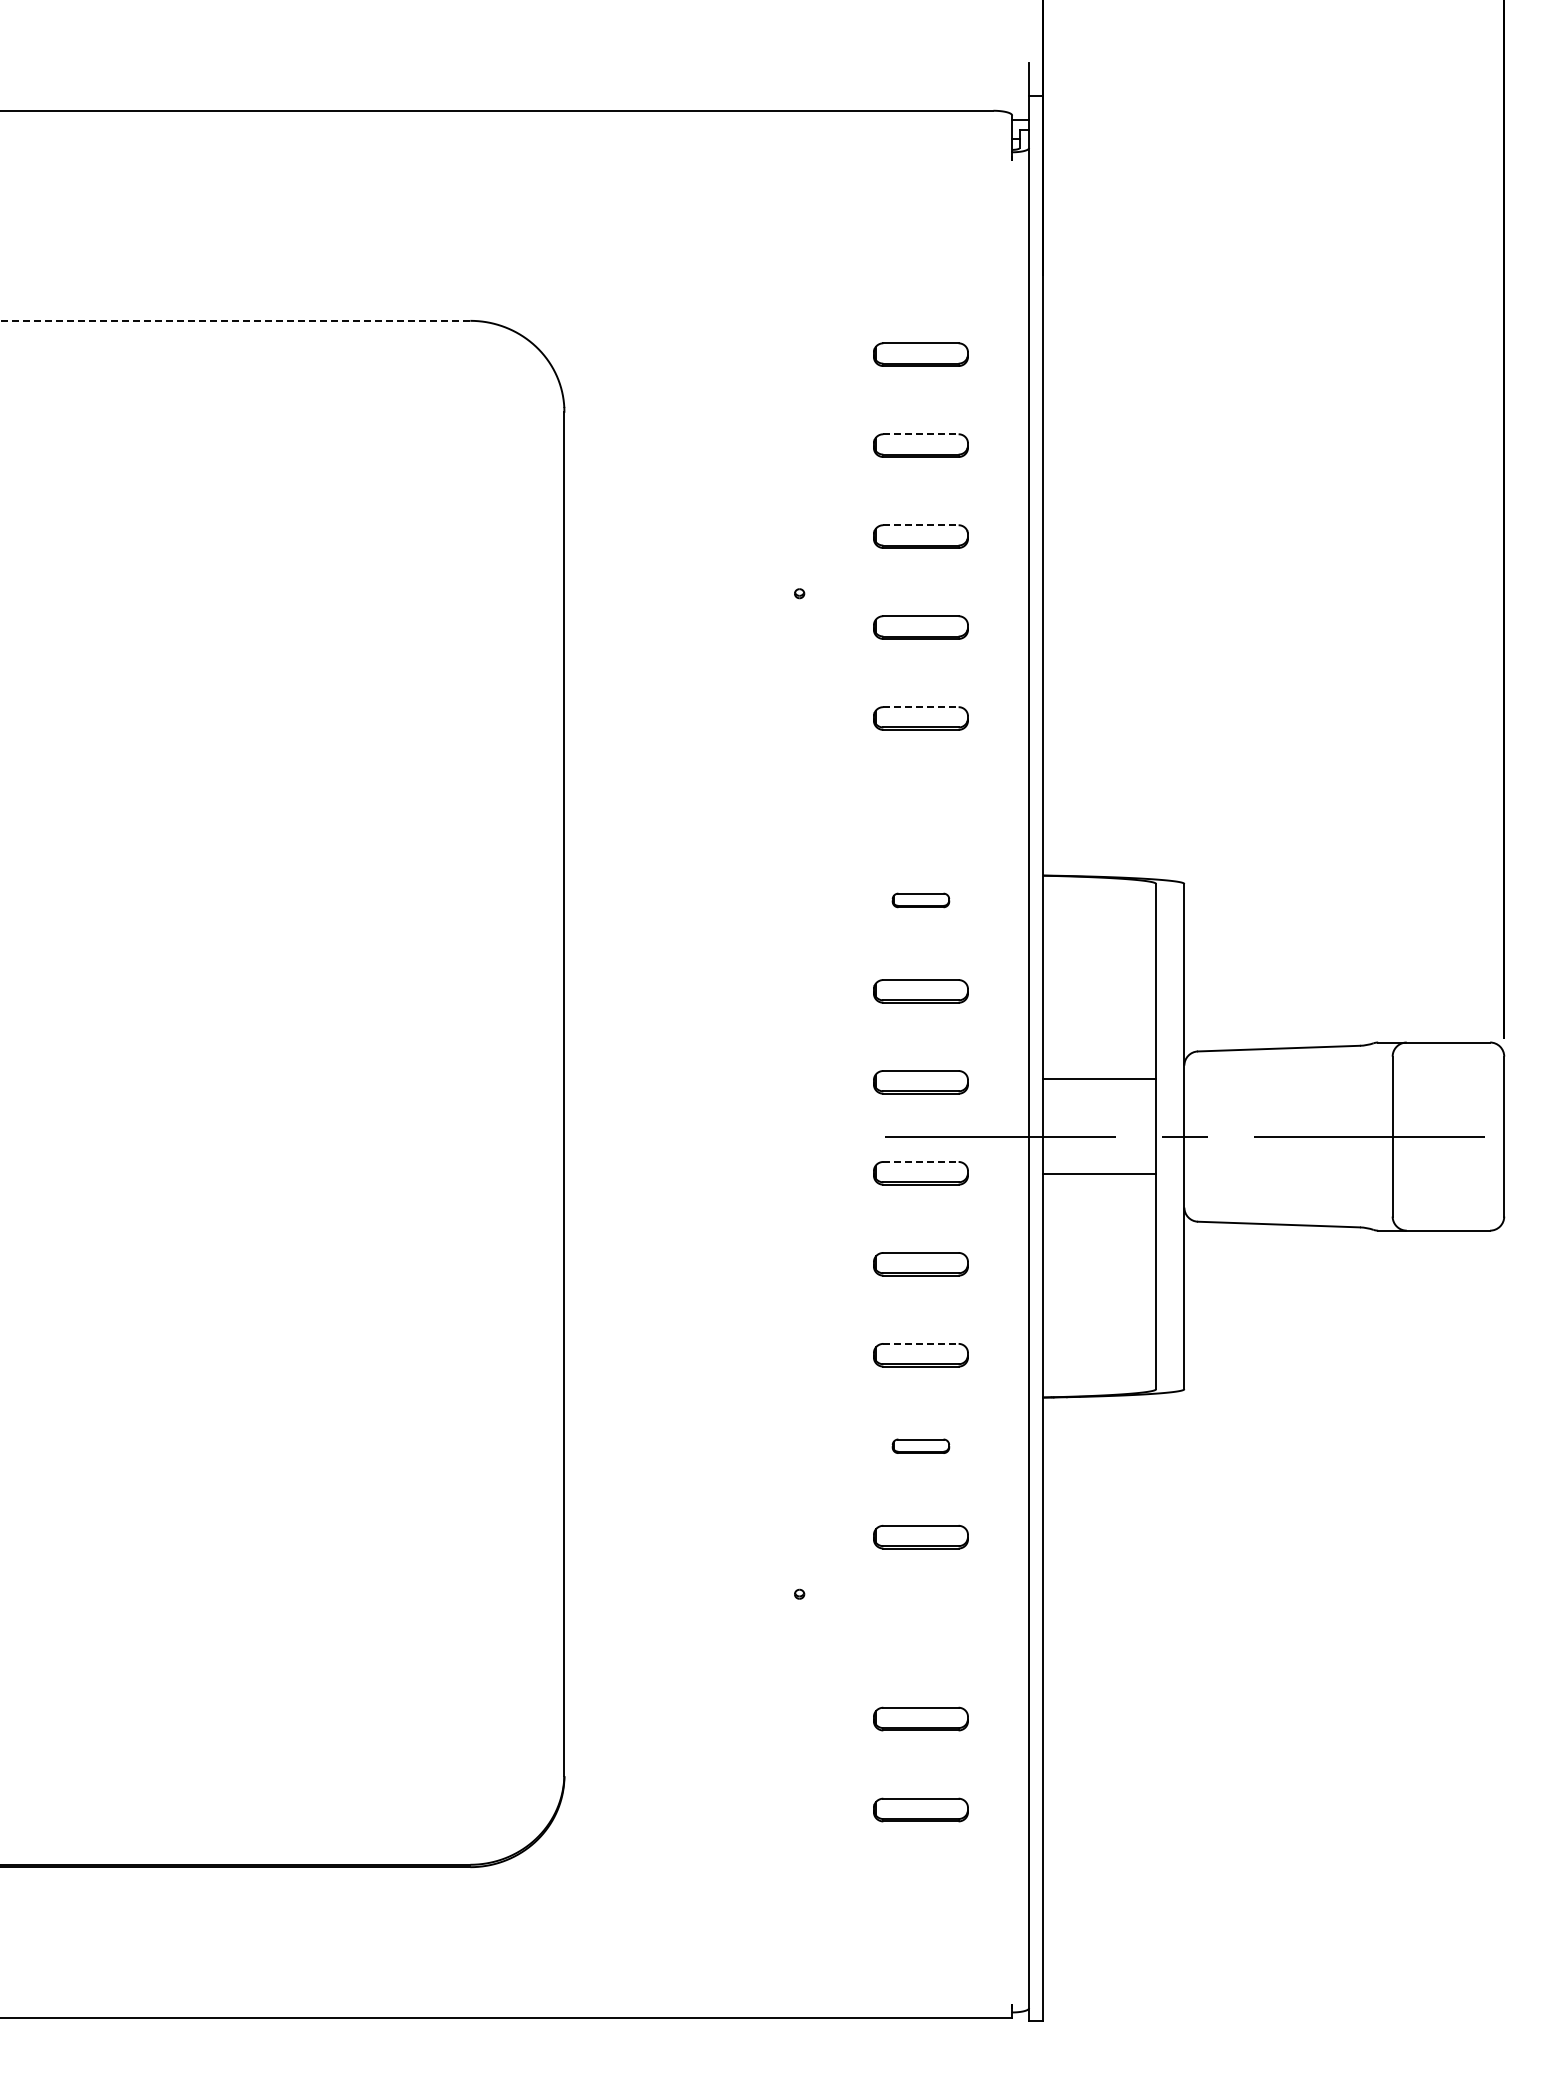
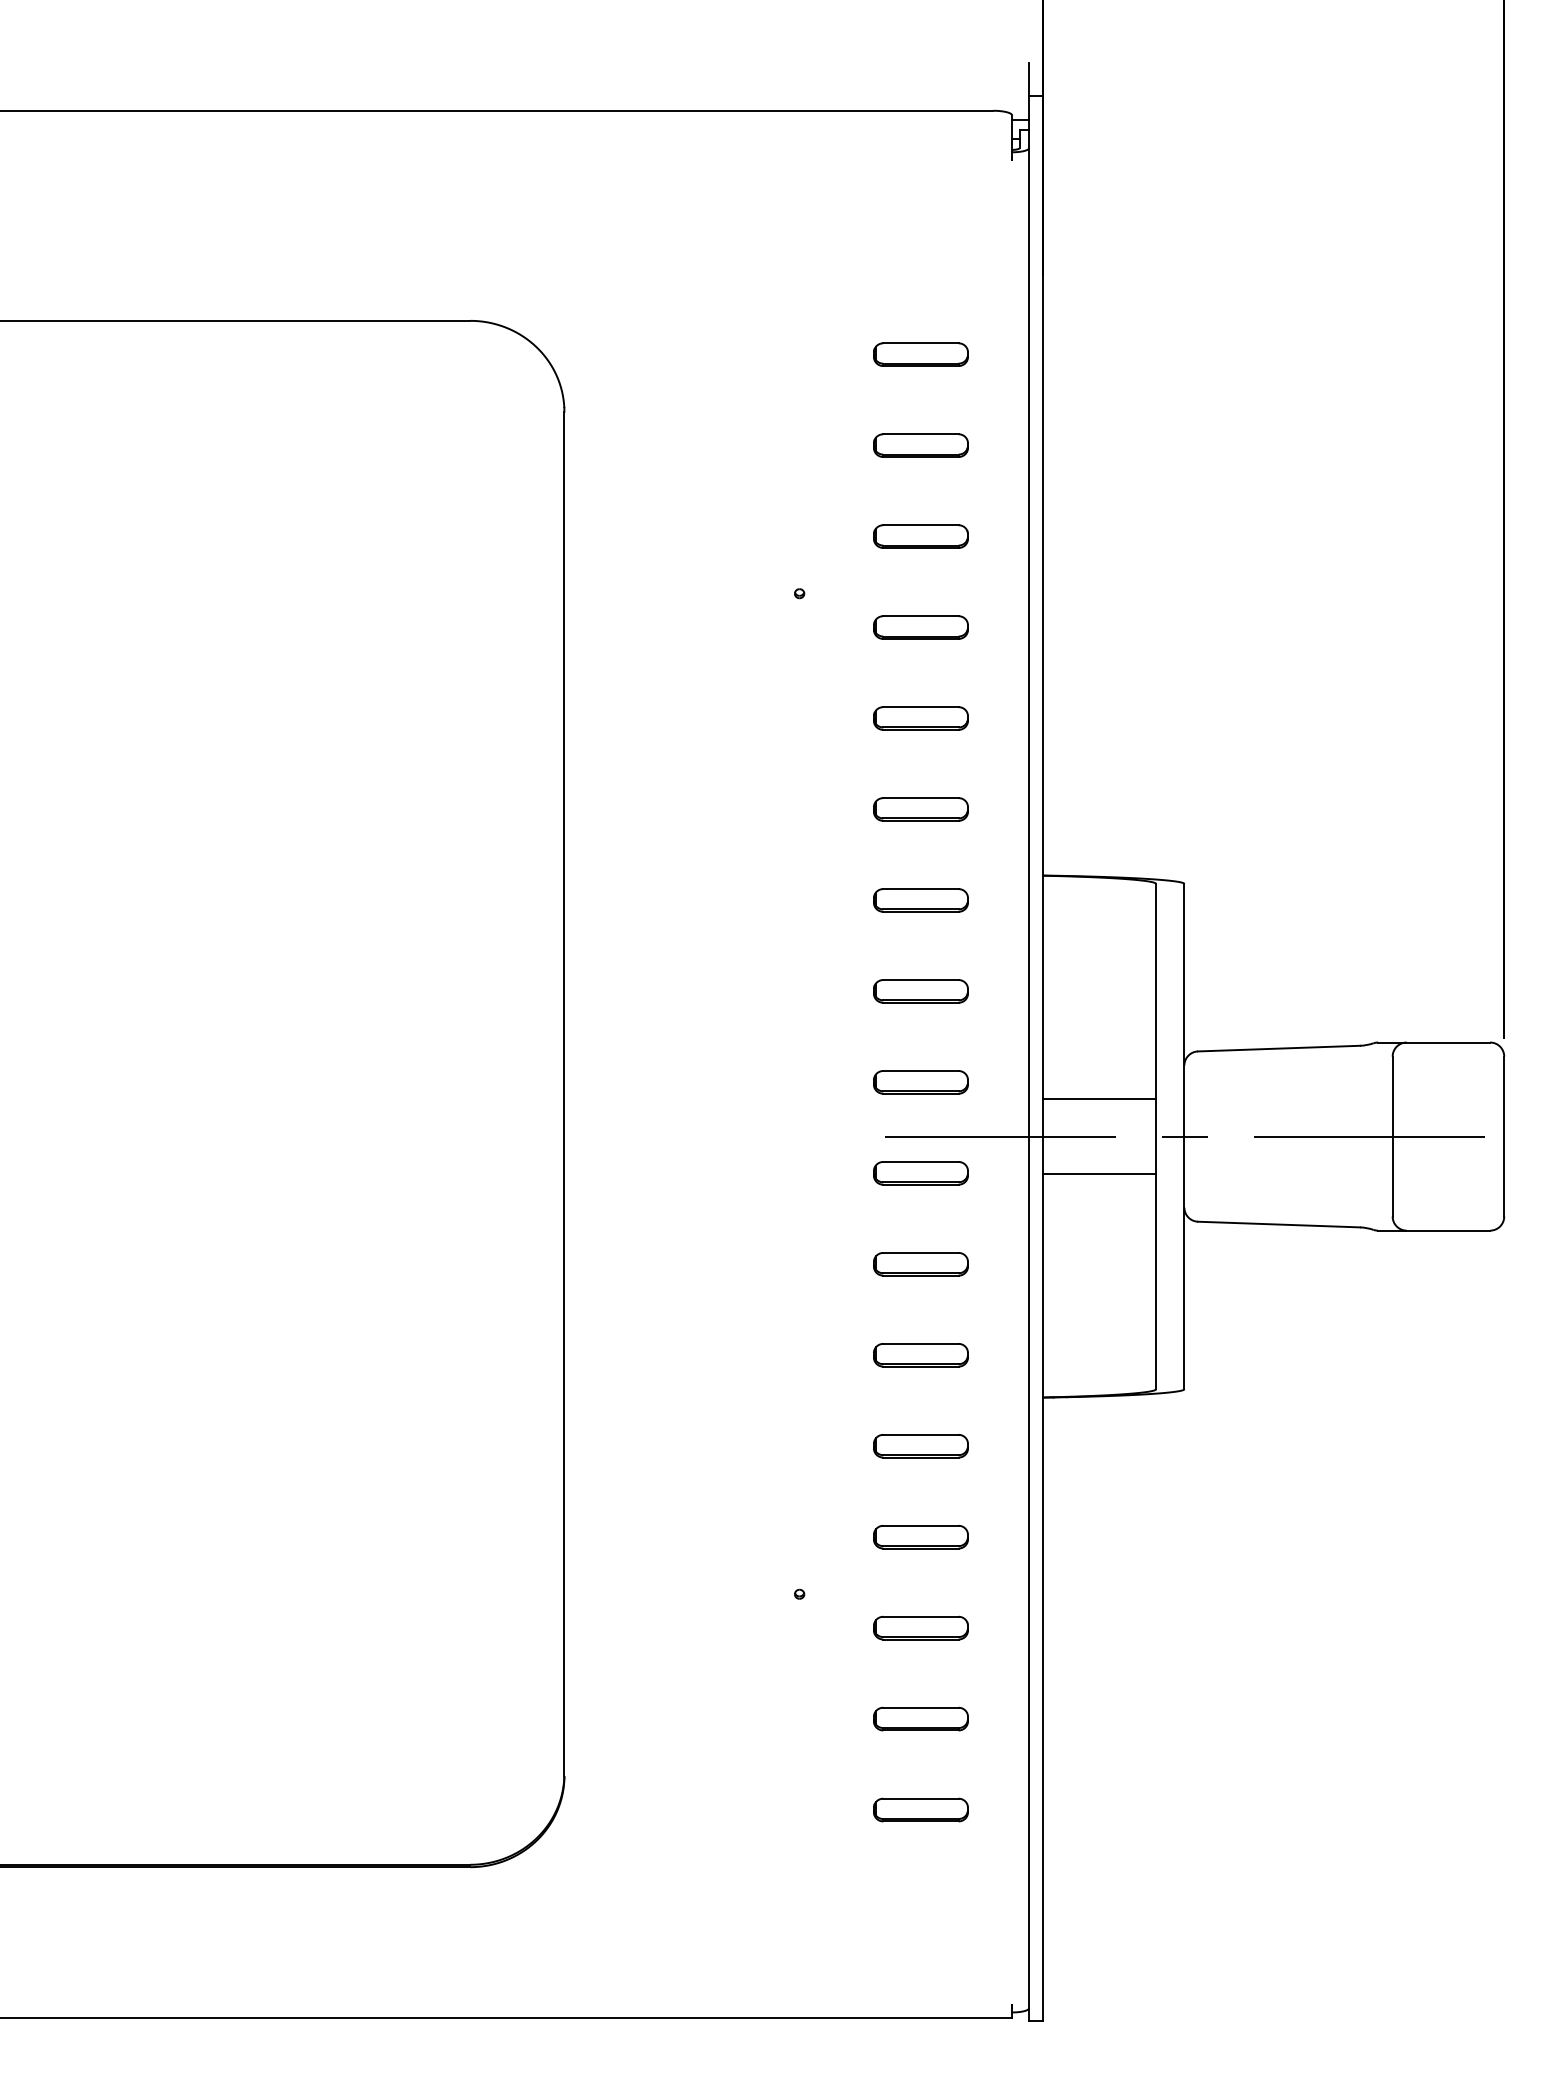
line at (235, 320): dashed -> solid
line at (920, 434): dashed -> solid
line at (920, 525): dashed -> solid
line at (920, 707): dashed -> solid
part at (920, 809): none -> present
part at (920, 900) size: 60x17 px -> 96x25 px
line at (1099, 1078) position: (1099, 1078) -> (1099, 1098)
line at (920, 1161): dashed -> solid
line at (920, 1343): dashed -> solid
part at (920, 1445) size: 60x16 px -> 96x25 px
part at (920, 1627): none -> present
